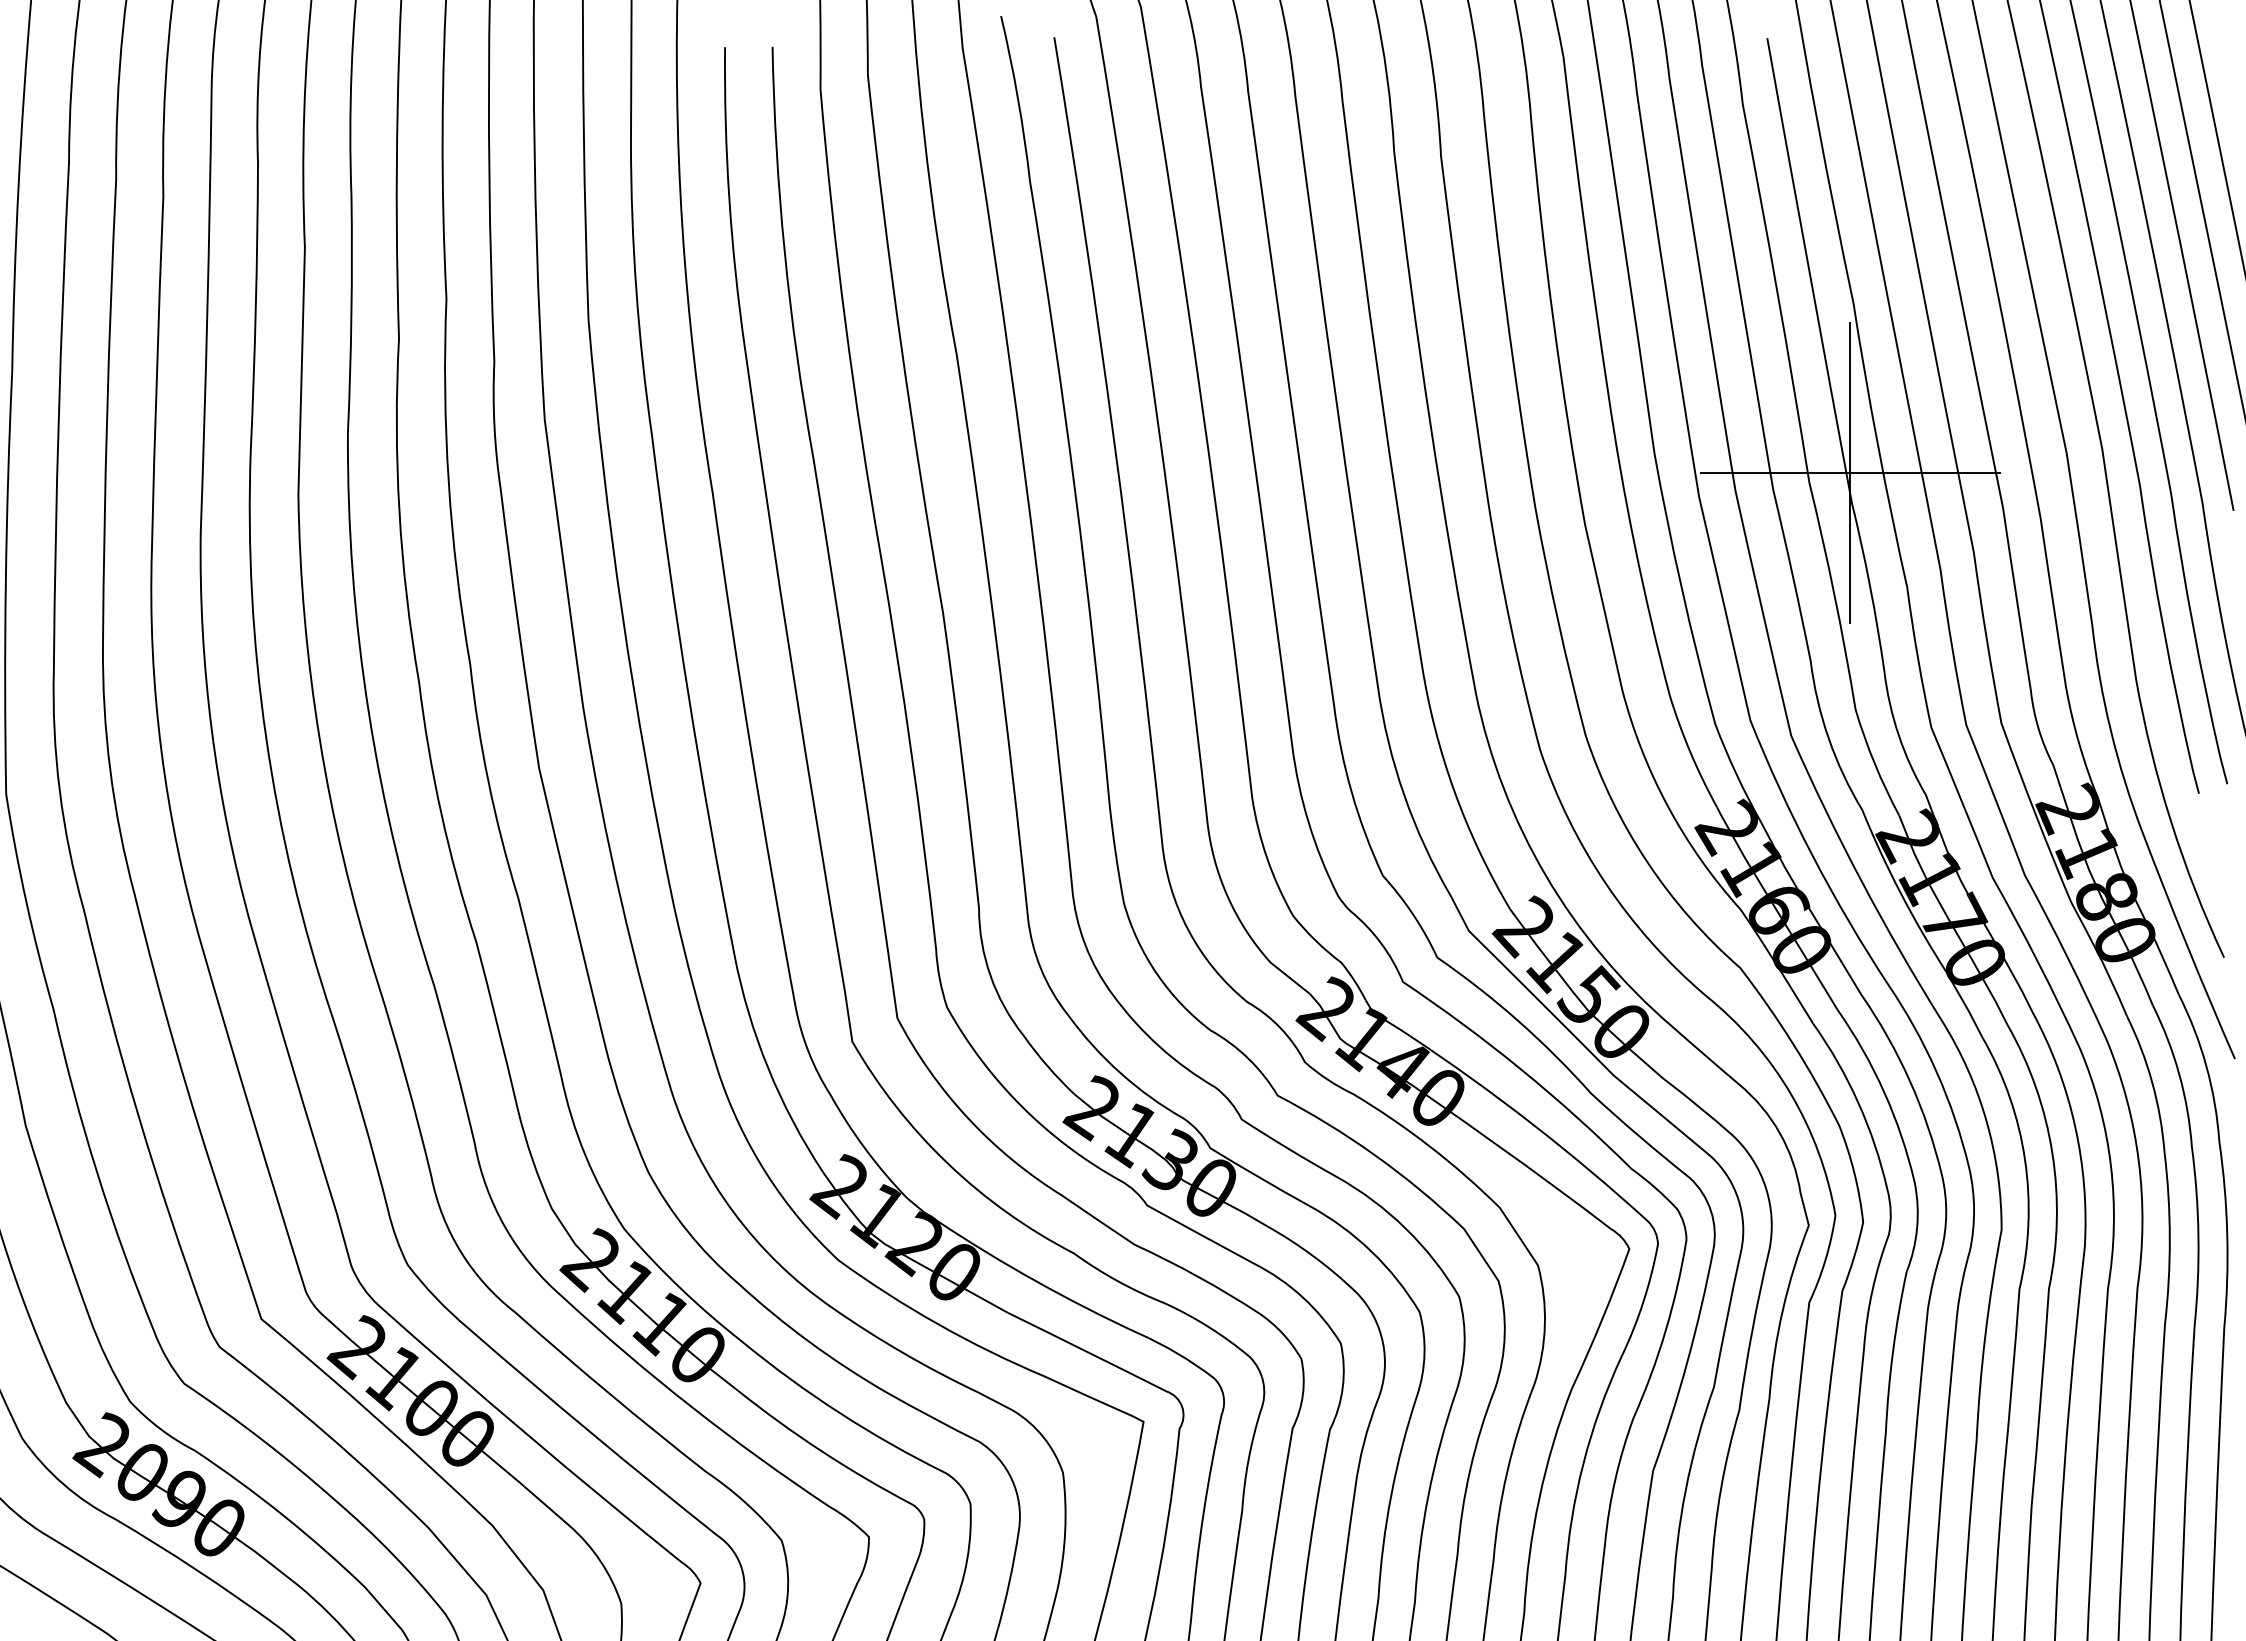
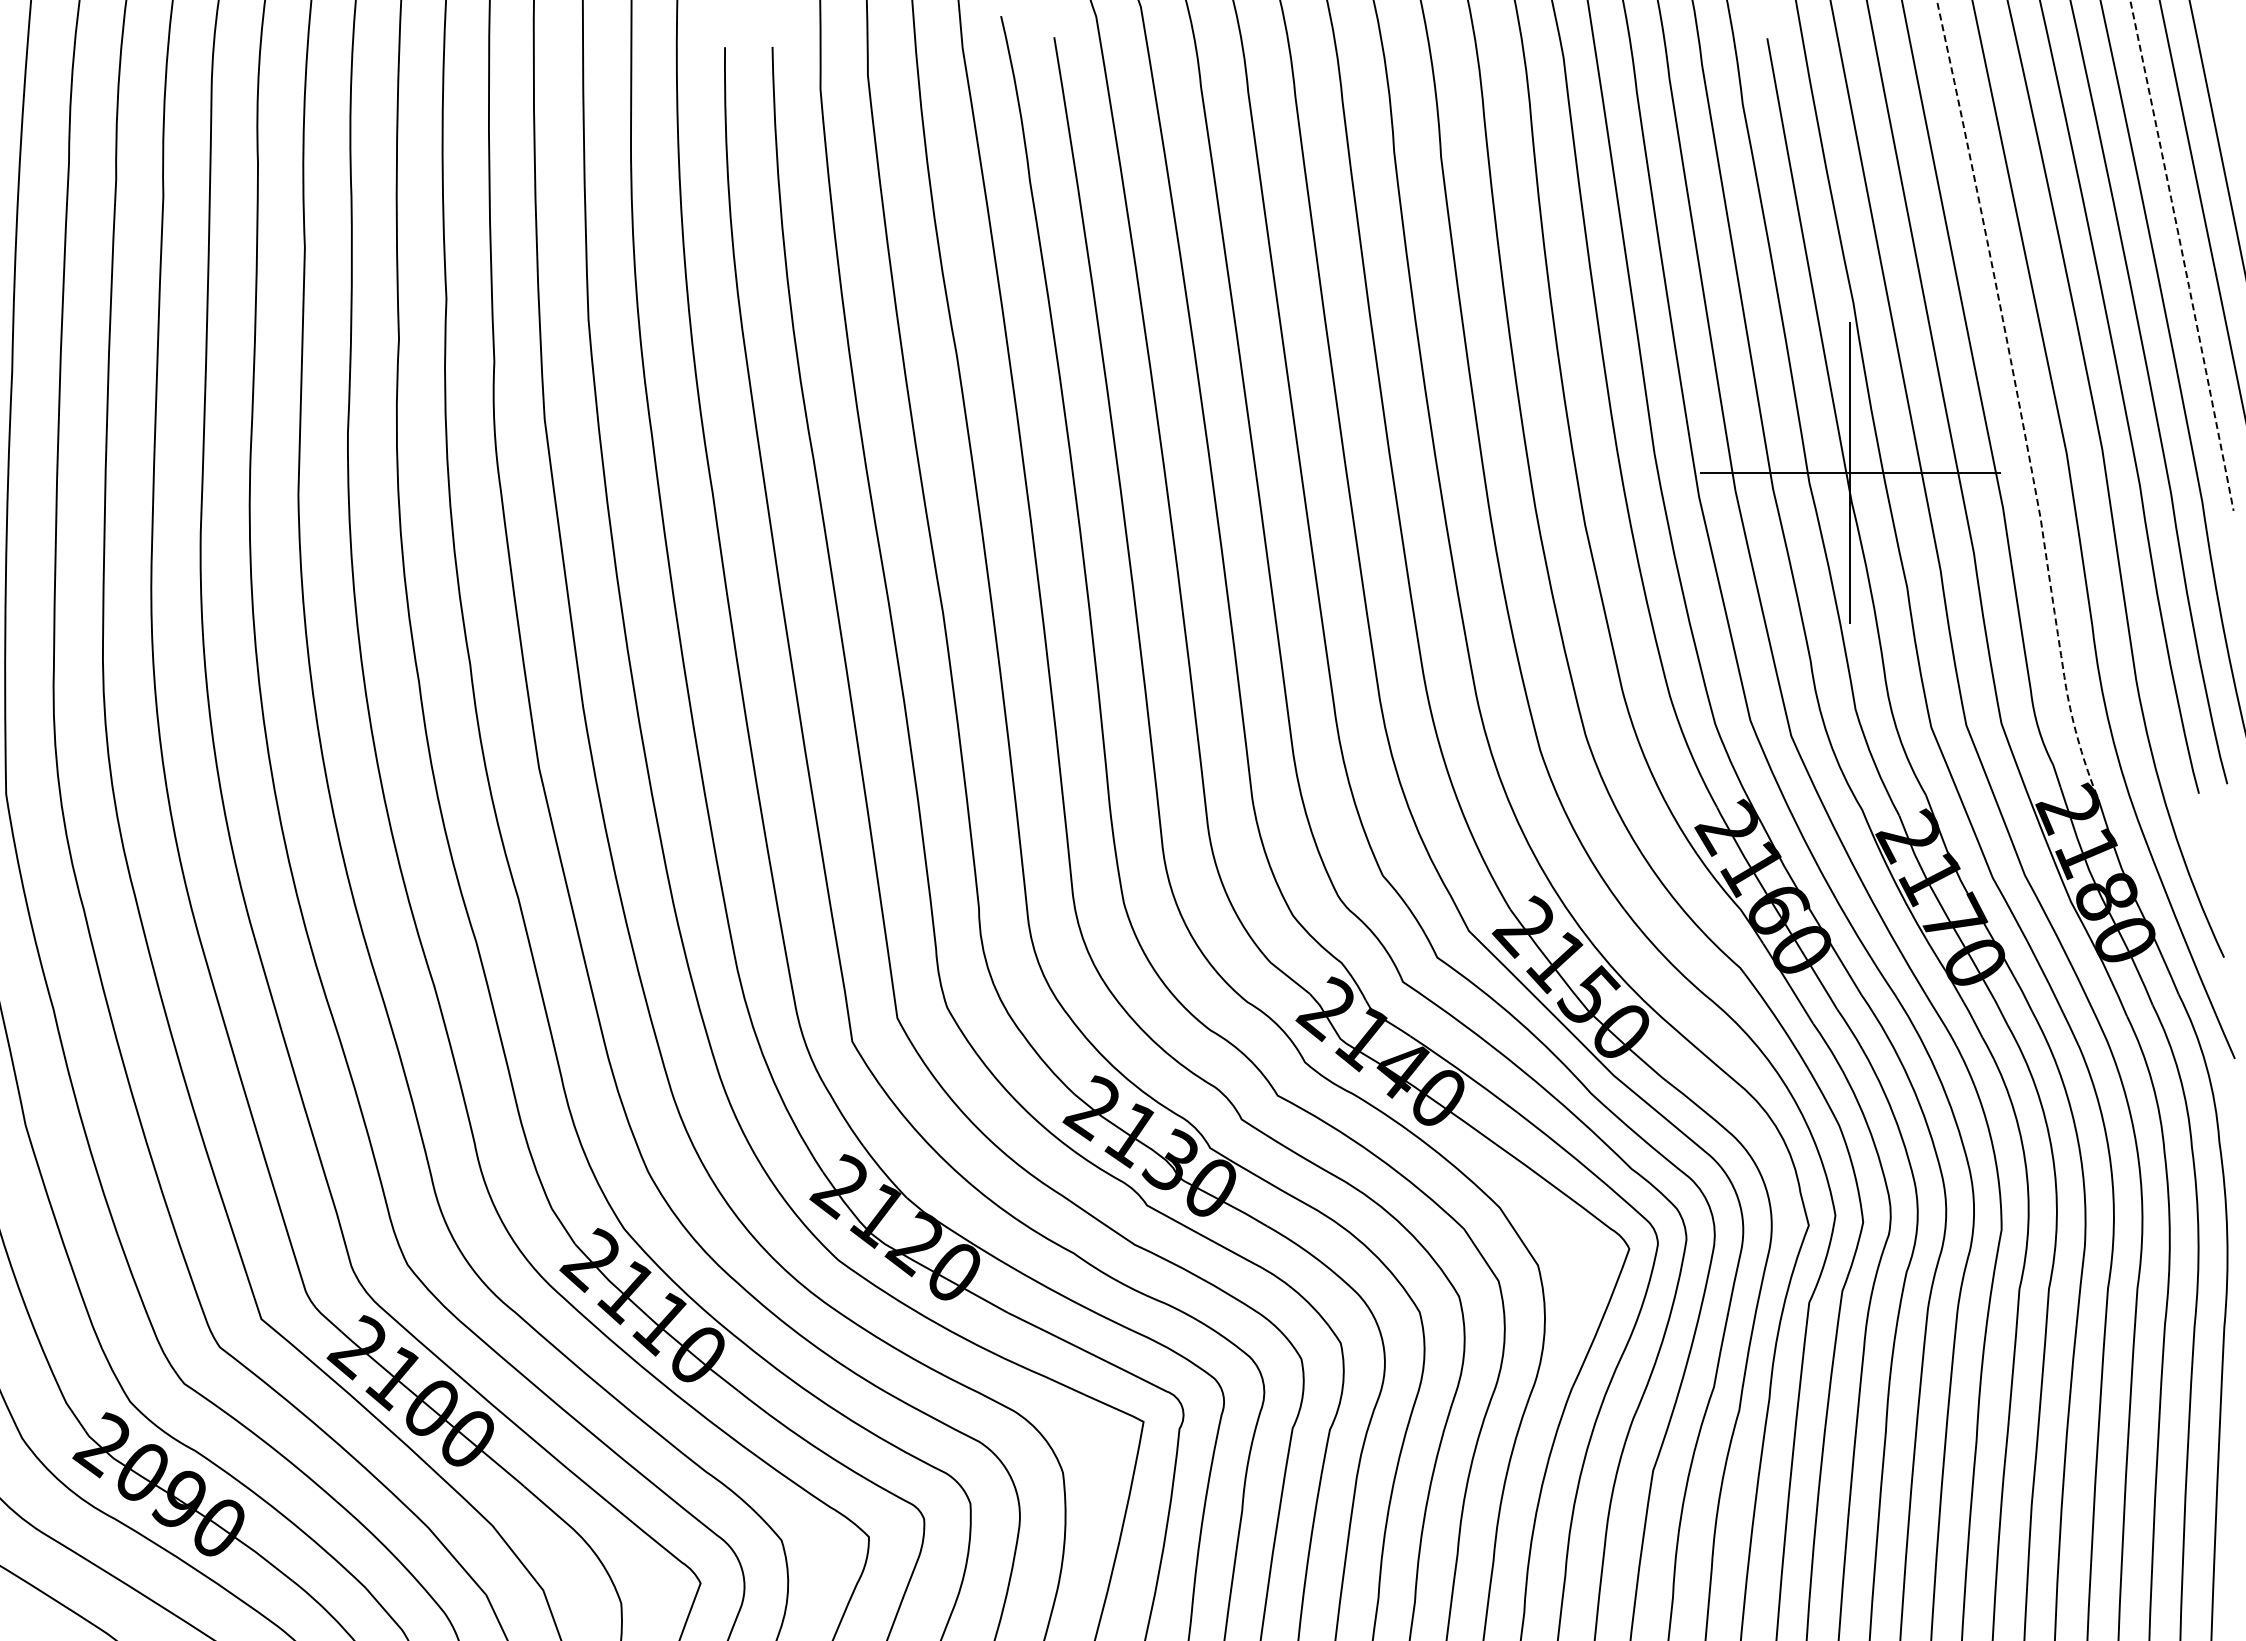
line at (2182, 256): solid -> dashed
line at (2019, 404): solid -> dashed
